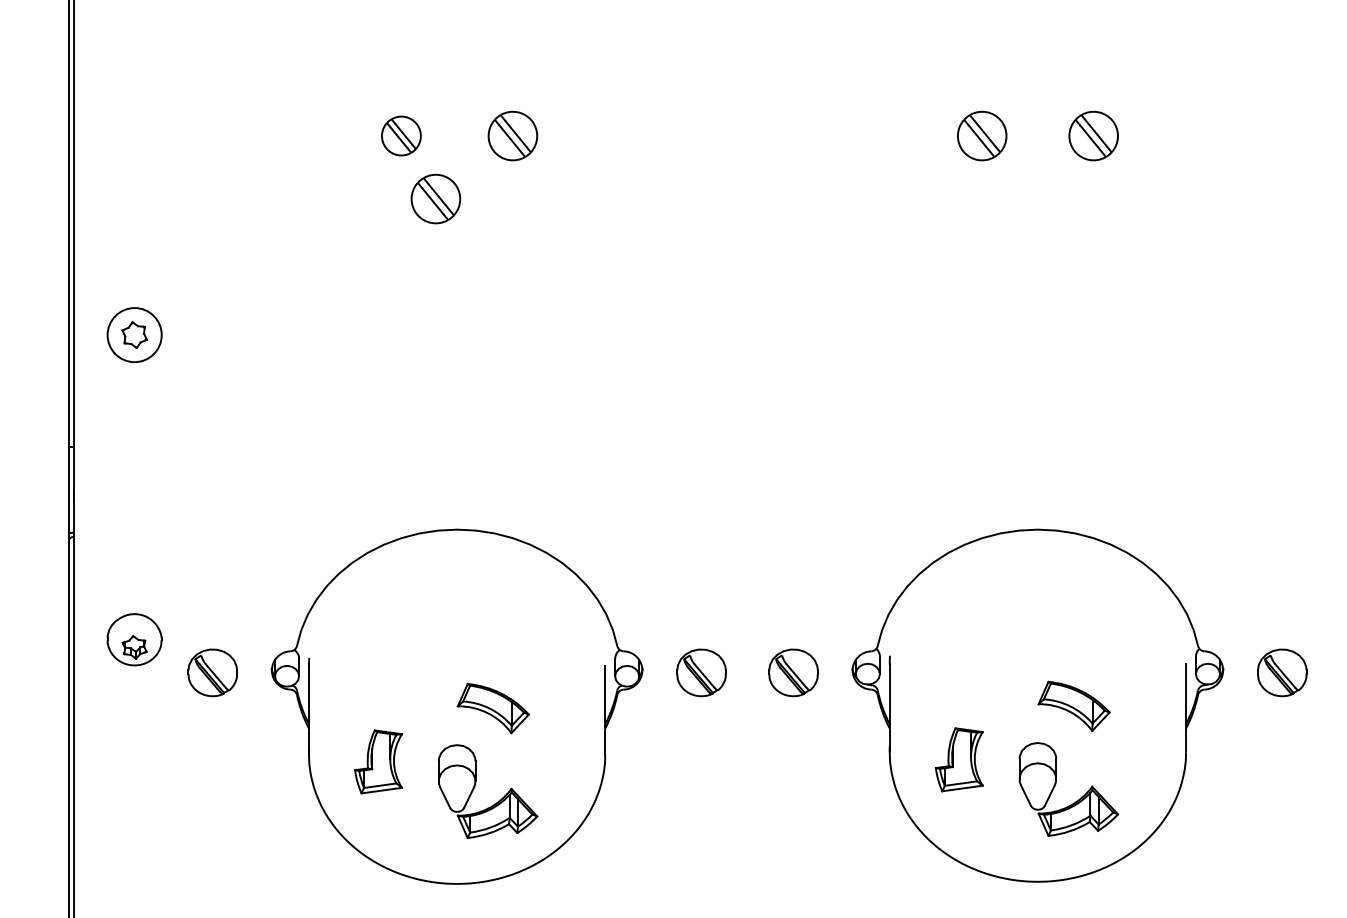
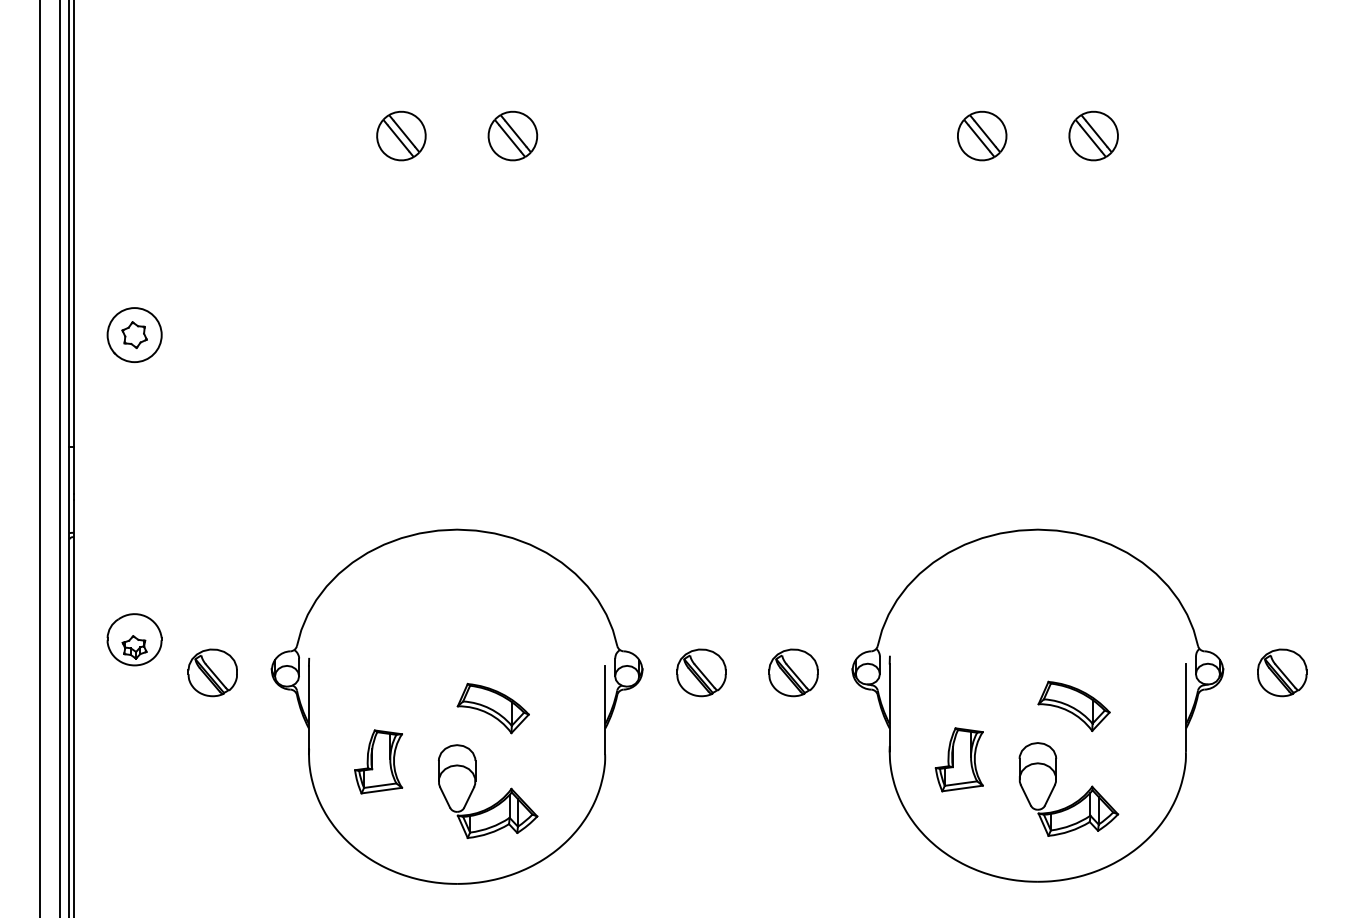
part at (401, 135) size: 41x42 px -> 51x52 px
part at (435, 198): present -> none
line at (40, 458): none -> present
line at (60, 458): none -> present
